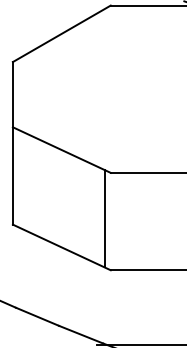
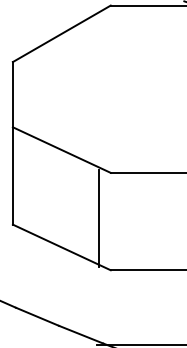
line at (104, 218) position: (104, 218) -> (98, 218)
